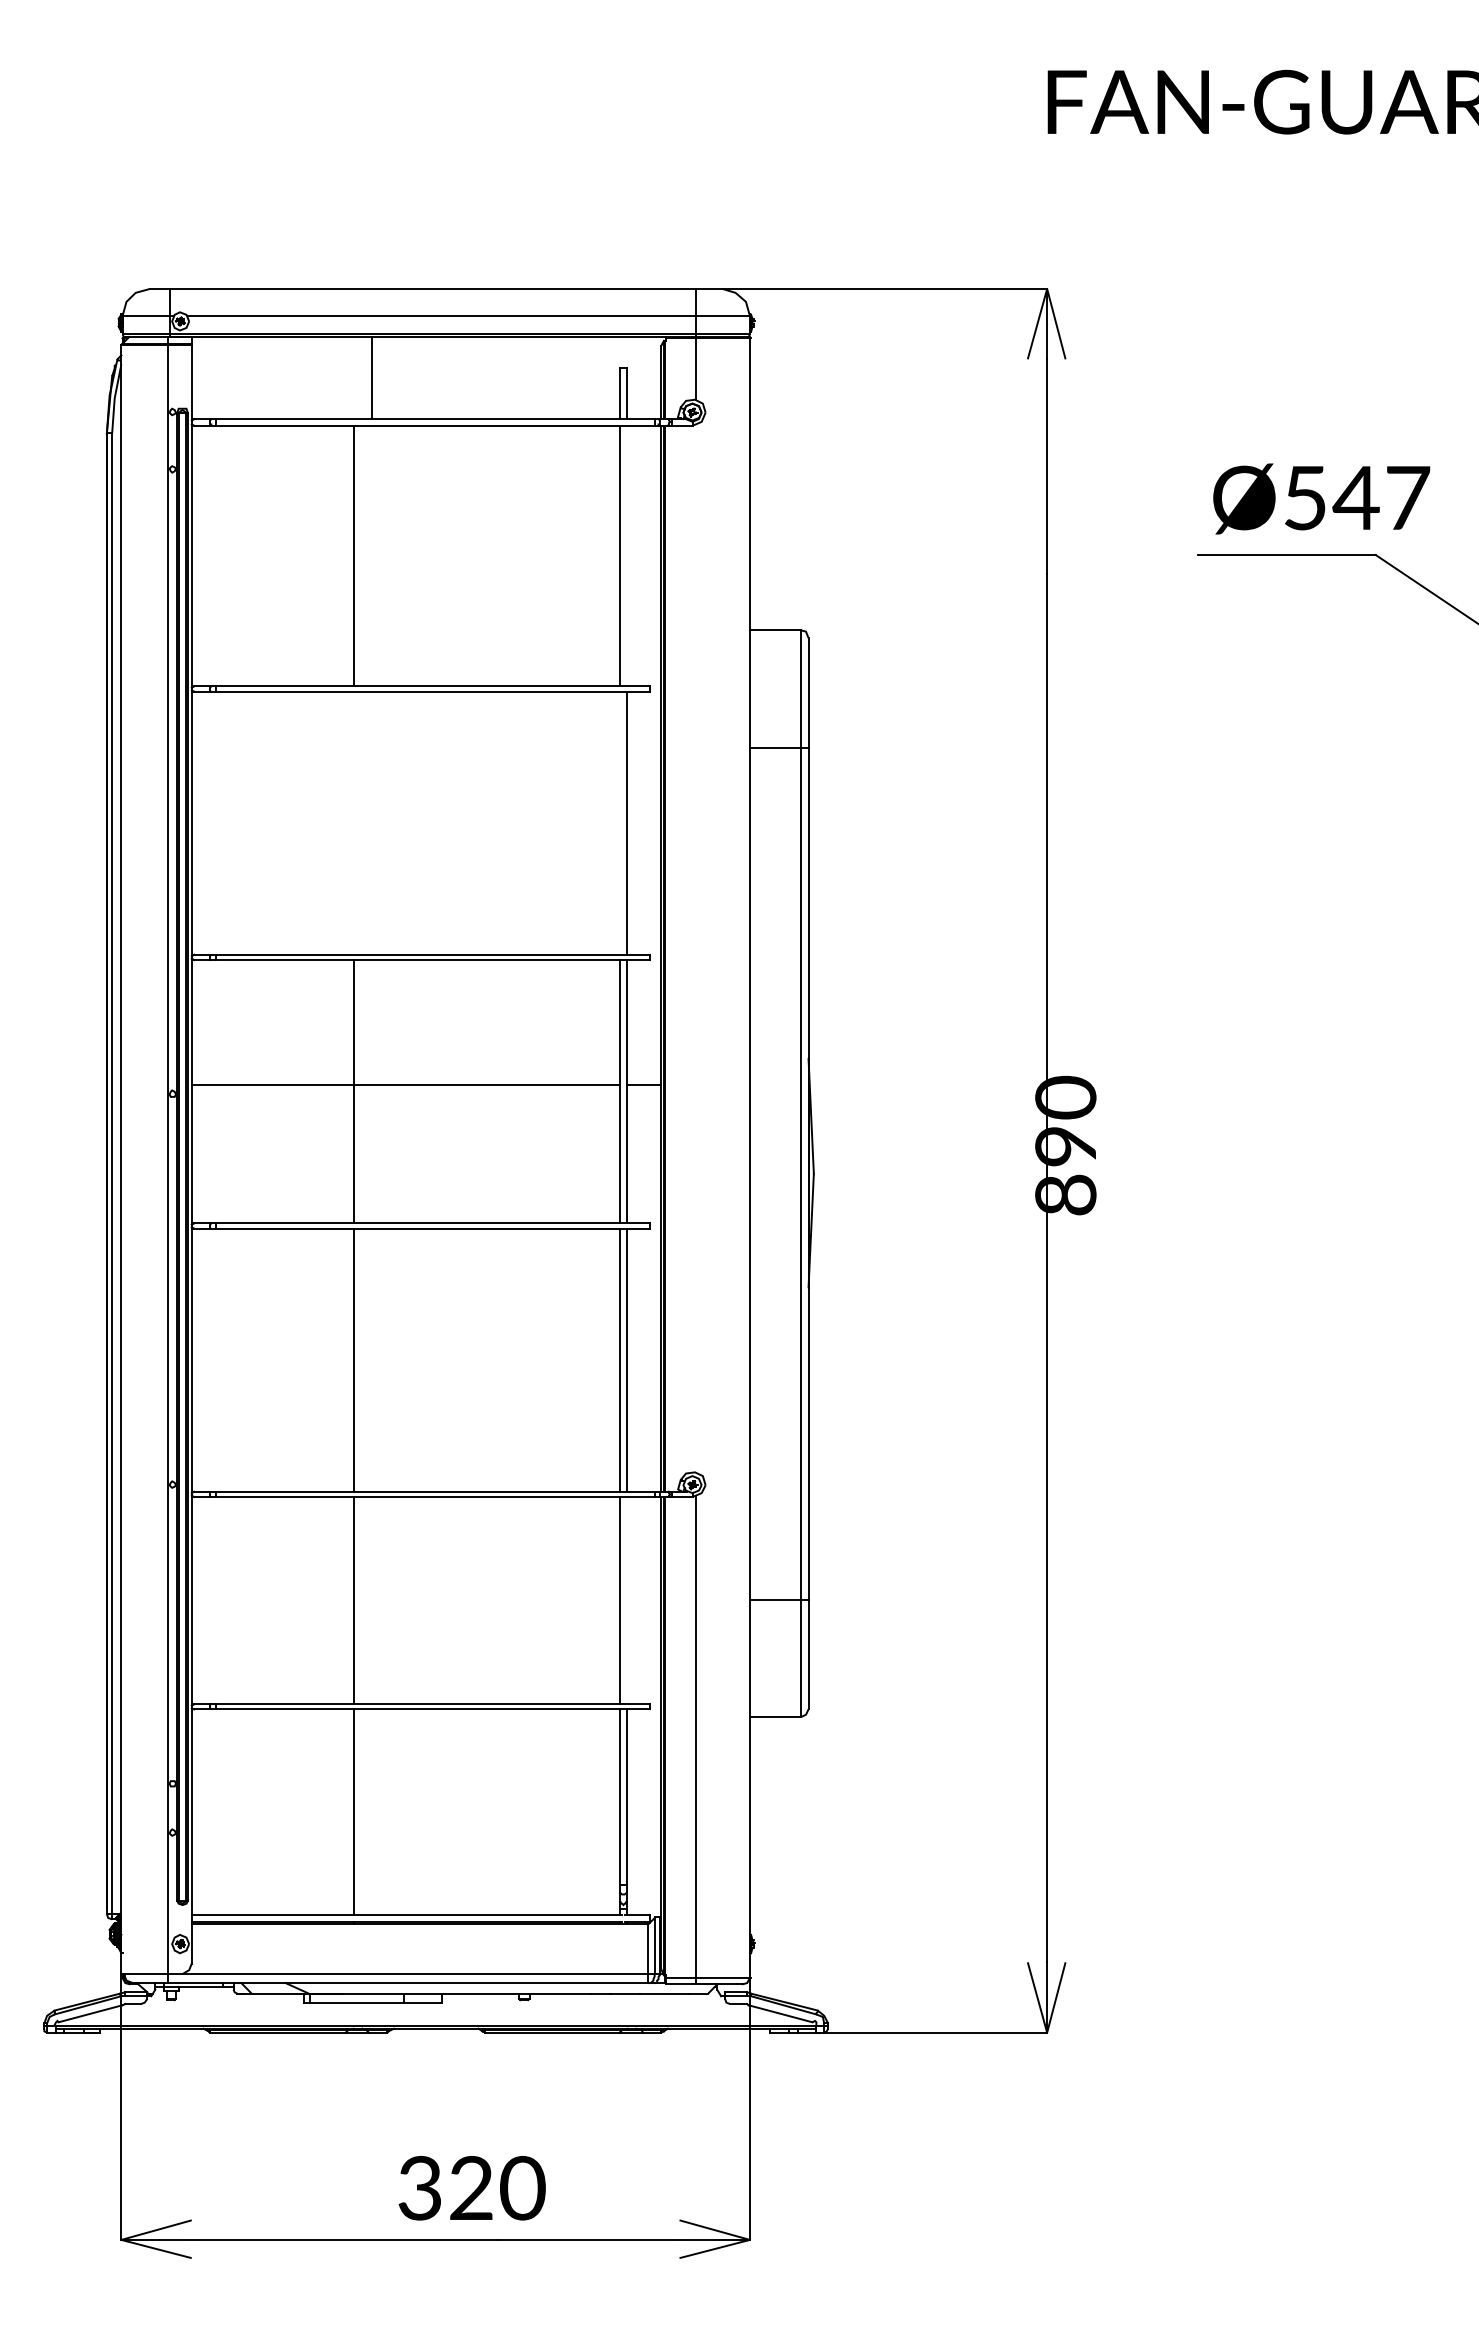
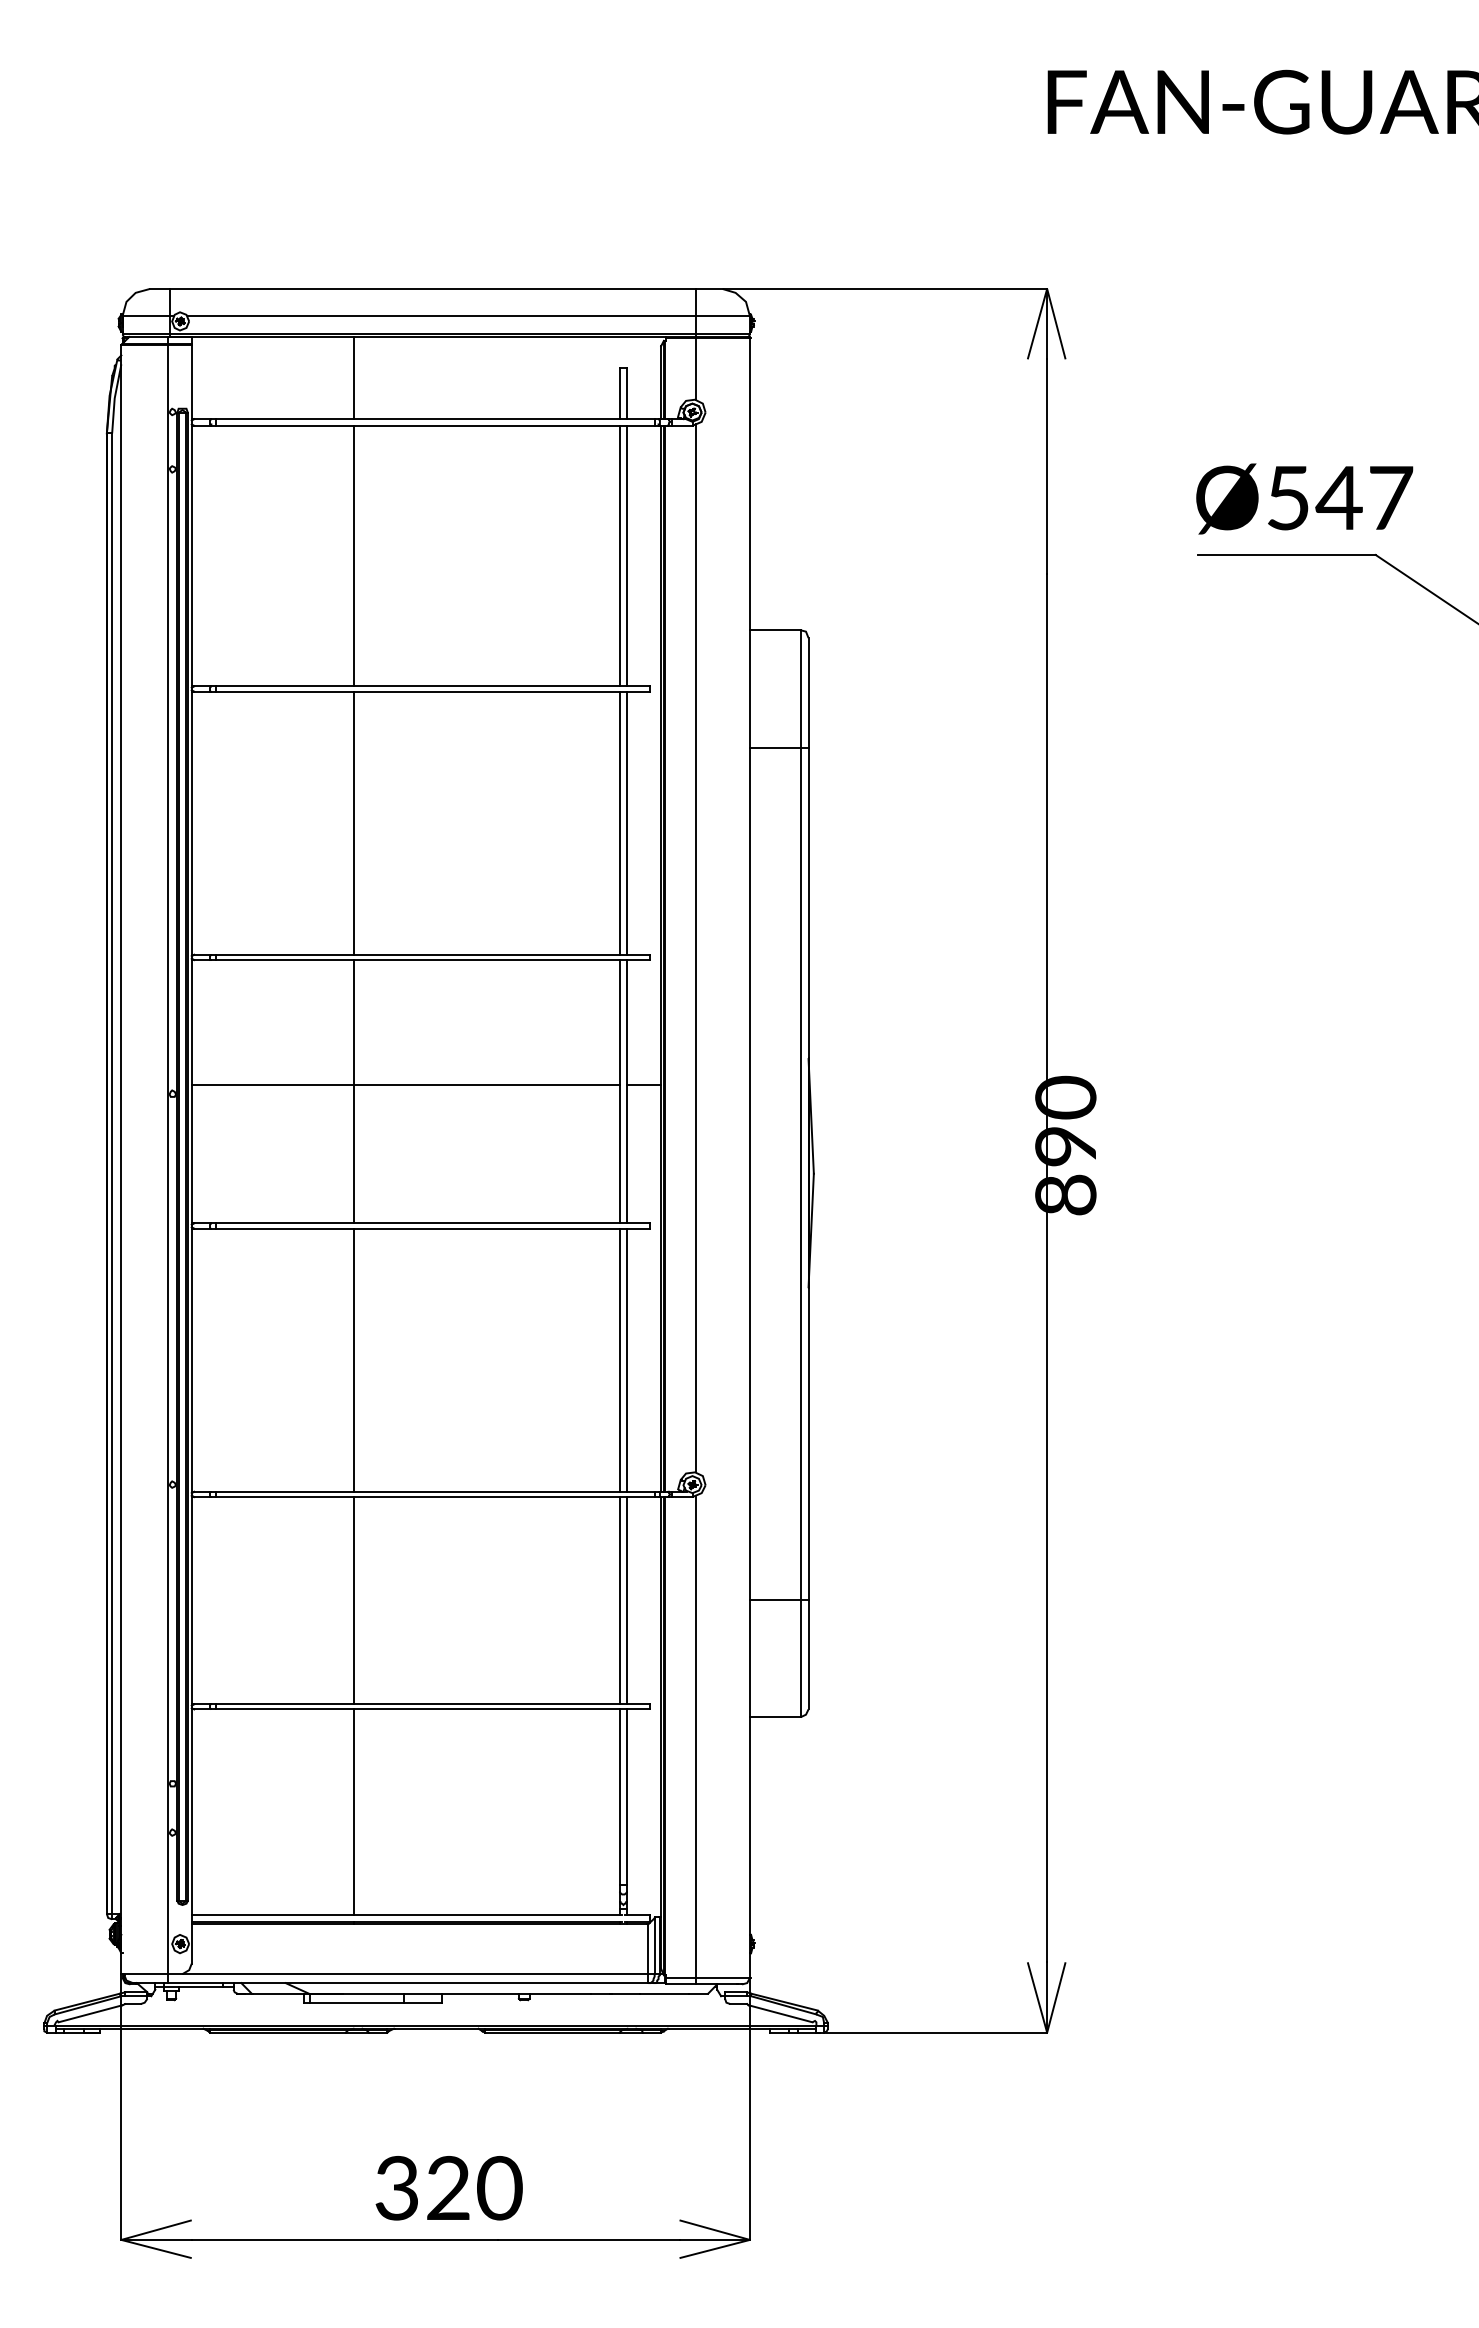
line at (371, 377) position: (371, 377) -> (353, 377)
text at (1321, 498) position: (1321, 498) -> (1304, 498)
line at (627, 555): none -> present
line at (353, 822): none -> present
line at (619, 822): none -> present
line at (696, 948): none -> present
line at (627, 1600): none -> present
text at (471, 2188) position: (471, 2188) -> (448, 2188)
